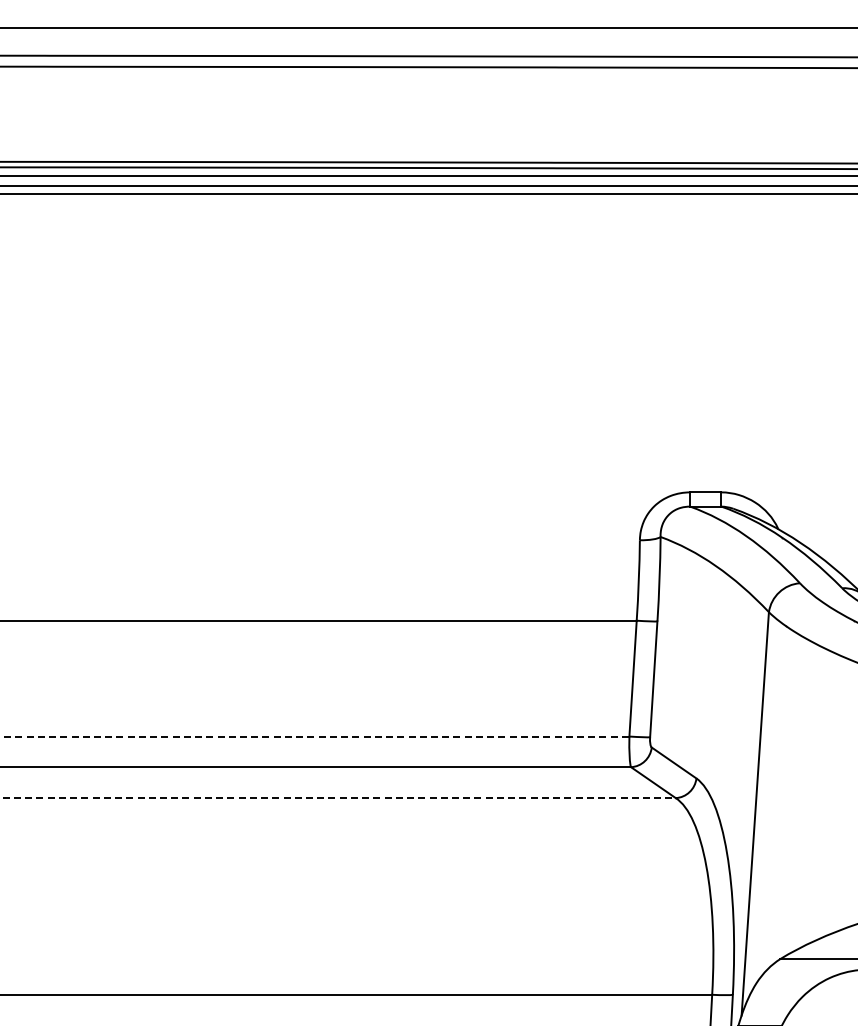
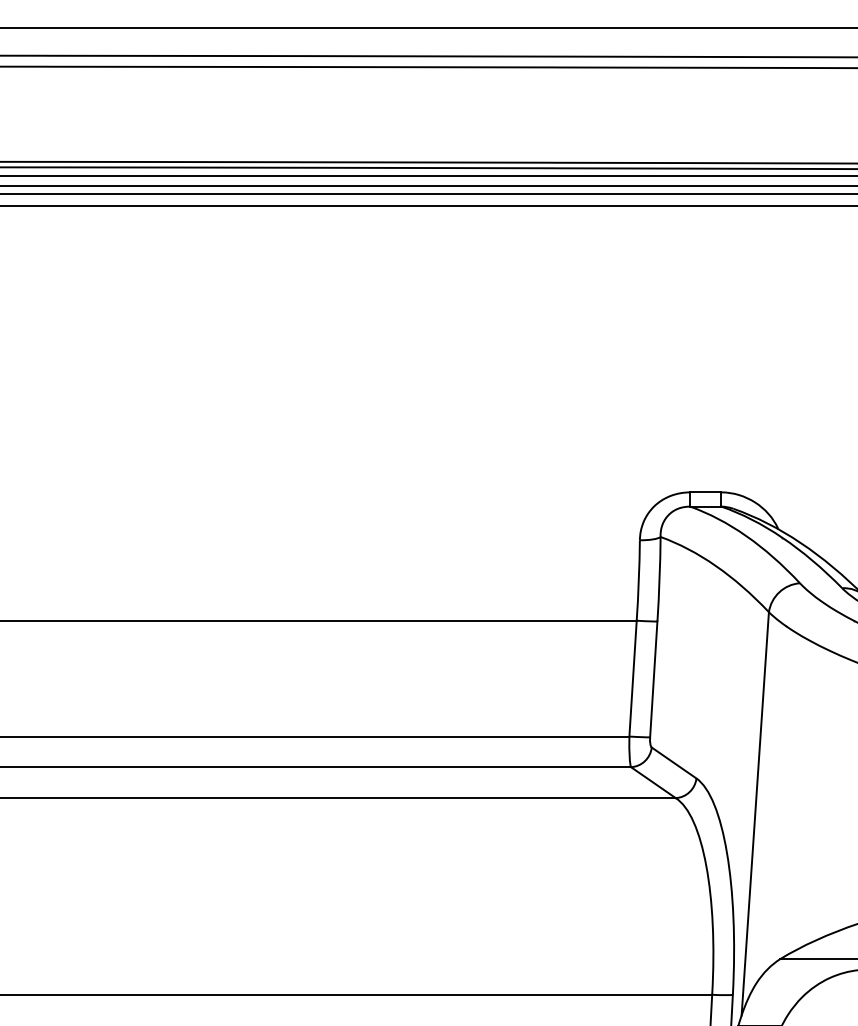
line at (428, 206): none -> present
line at (315, 736): dashed -> solid
line at (338, 798): dashed -> solid
